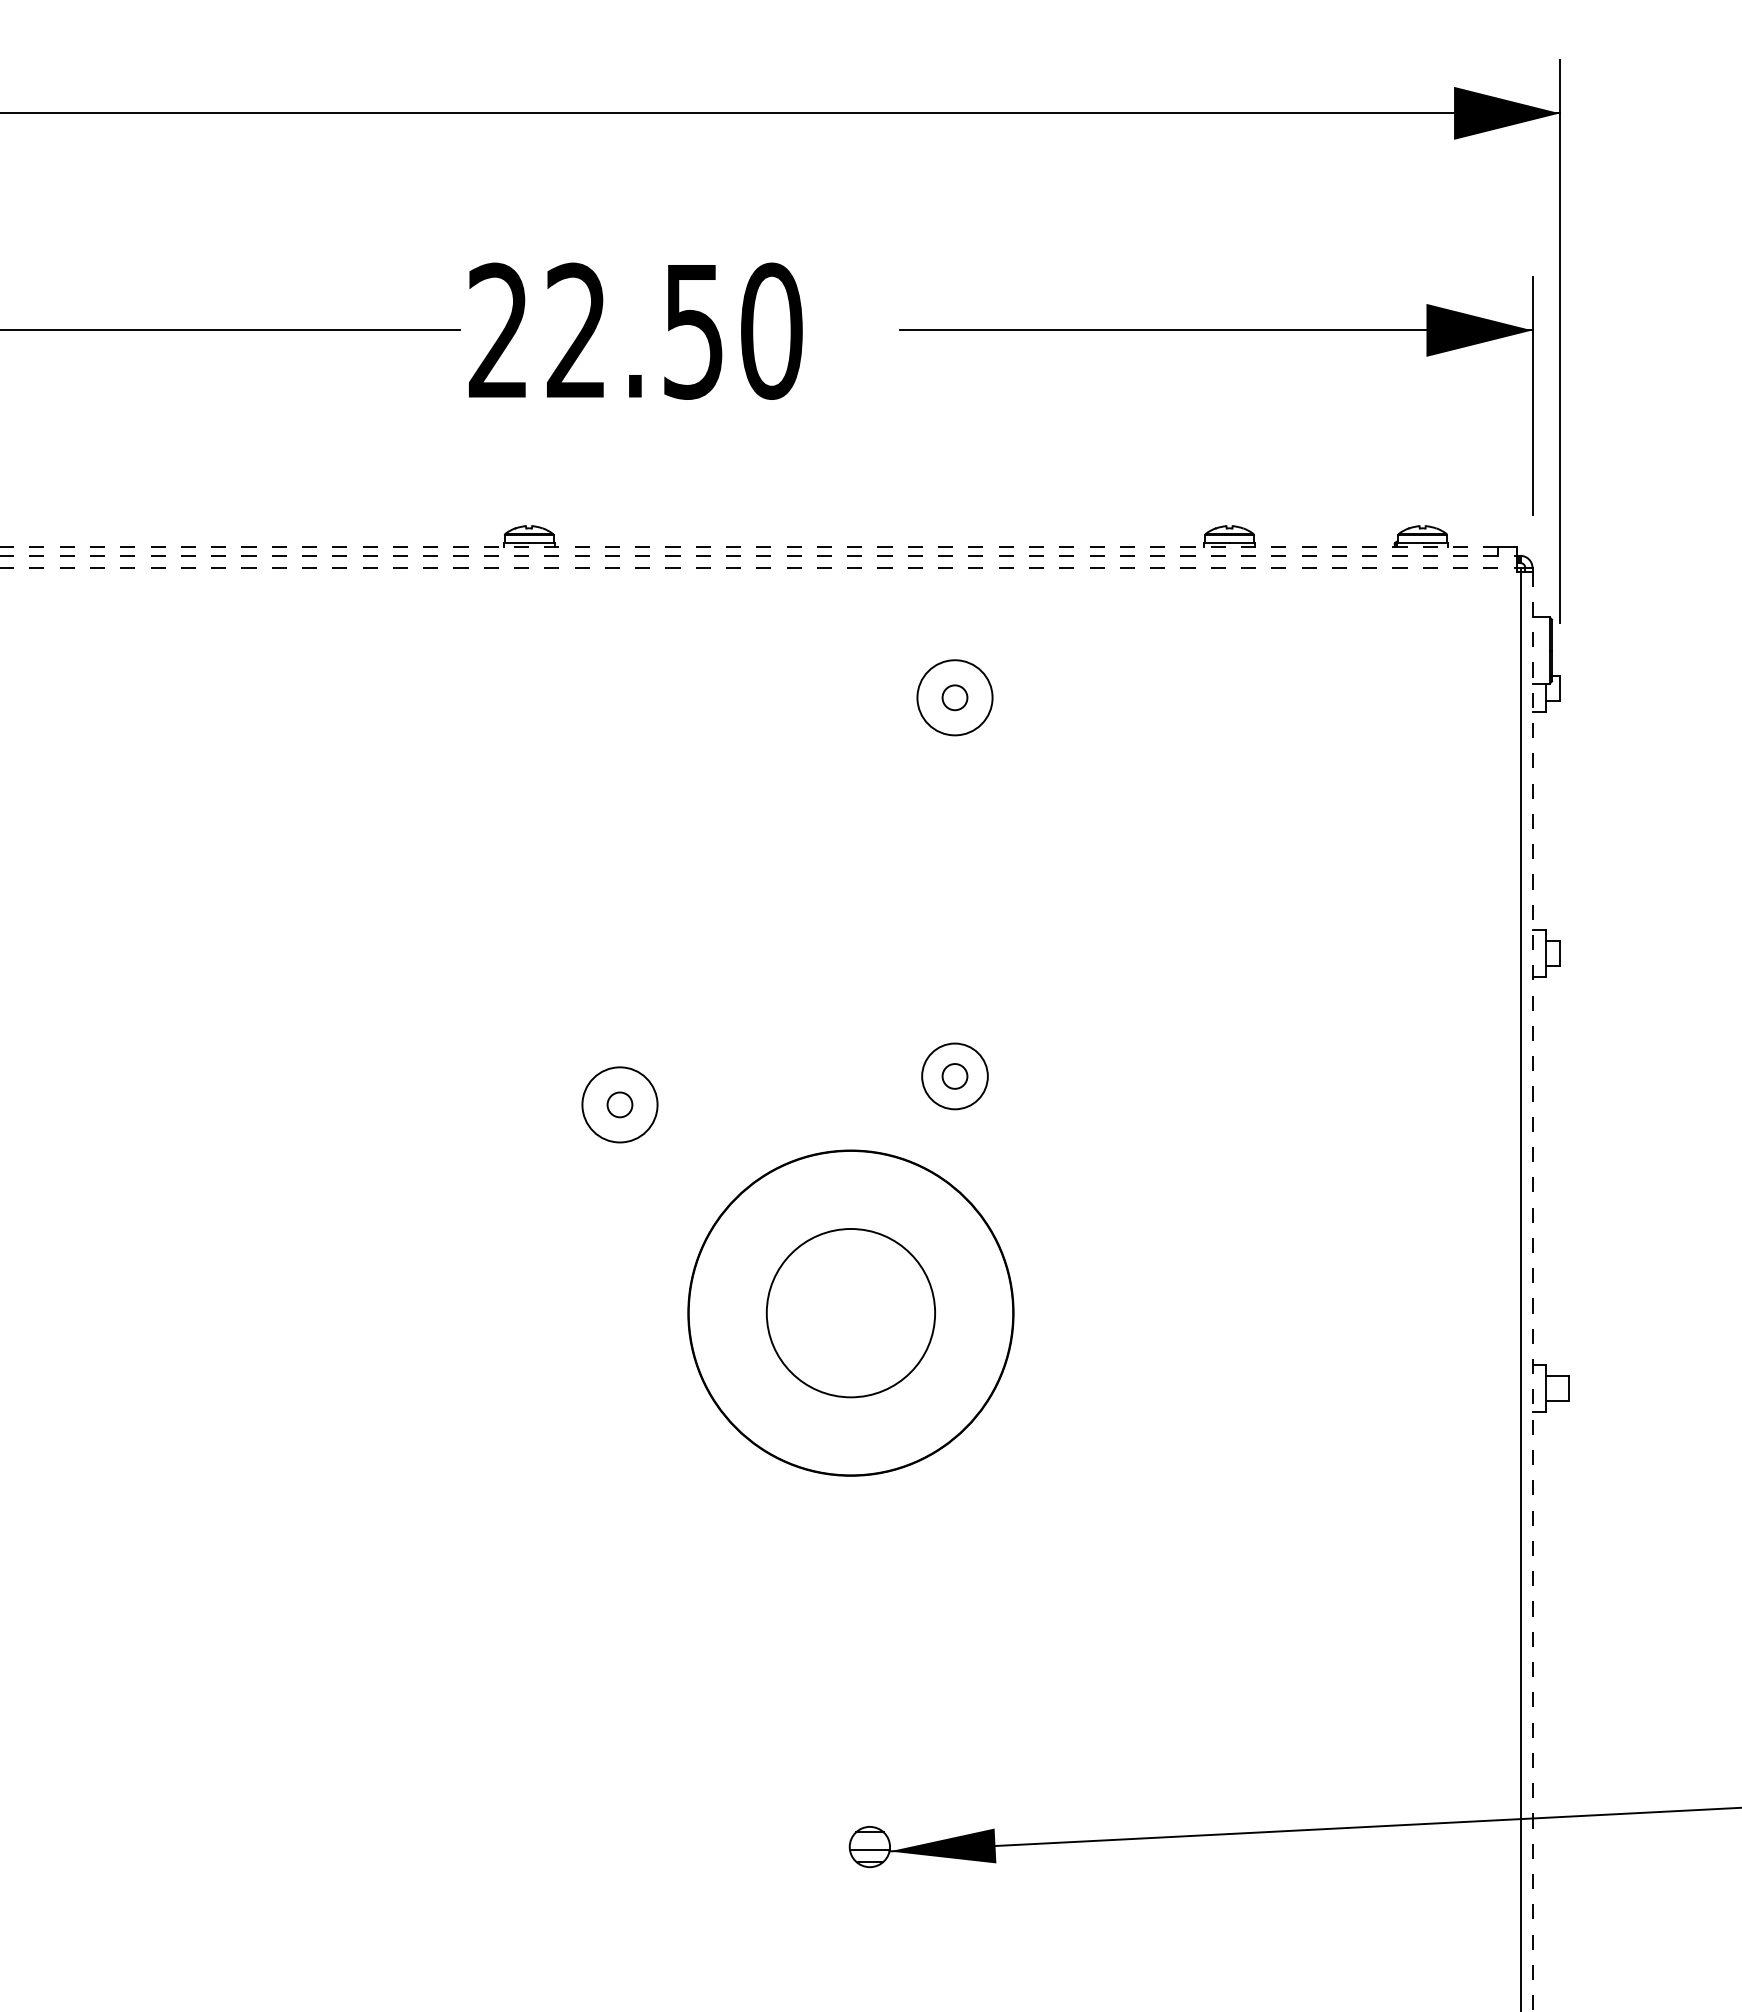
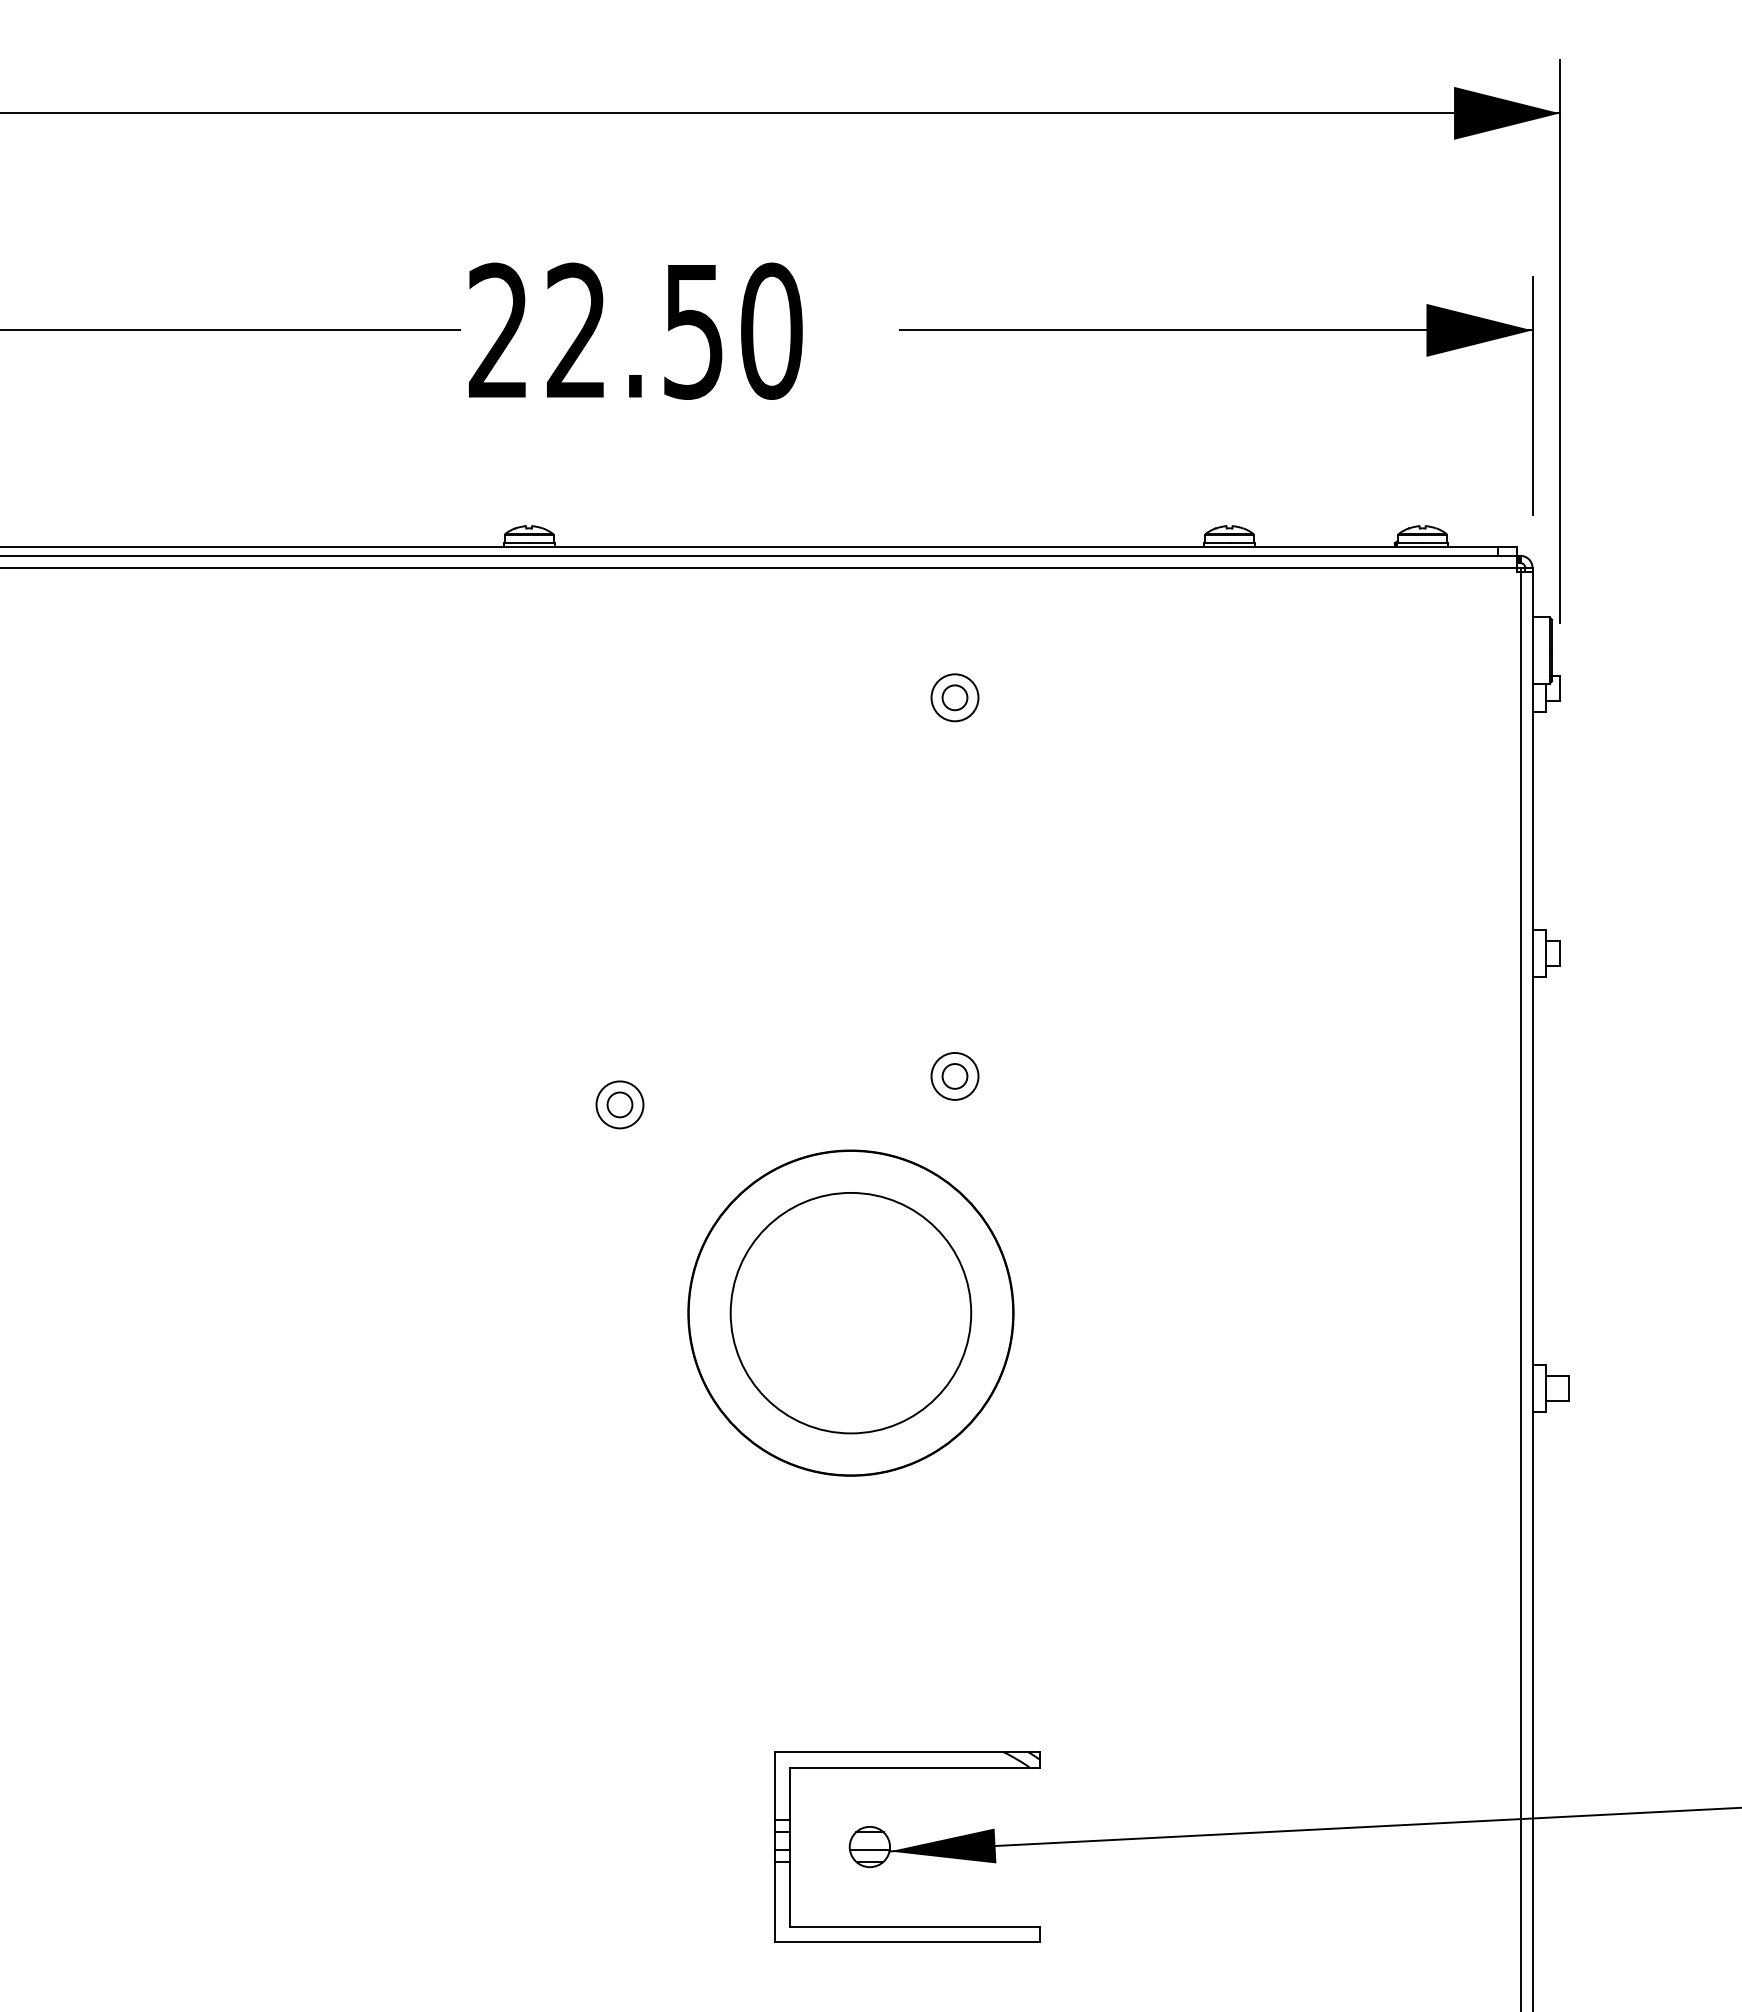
line at (749, 546): dashed -> solid
line at (759, 555): dashed -> solid
line at (759, 567): dashed -> solid
circle at (954, 697) diameter: 75 px -> 47 px
circle at (954, 1076) diameter: 66 px -> 47 px
circle at (619, 1104) diameter: 75 px -> 47 px
line at (1532, 1291): dashed -> solid
circle at (850, 1312) diameter: 168 px -> 241 px
part at (907, 1768): none -> present
